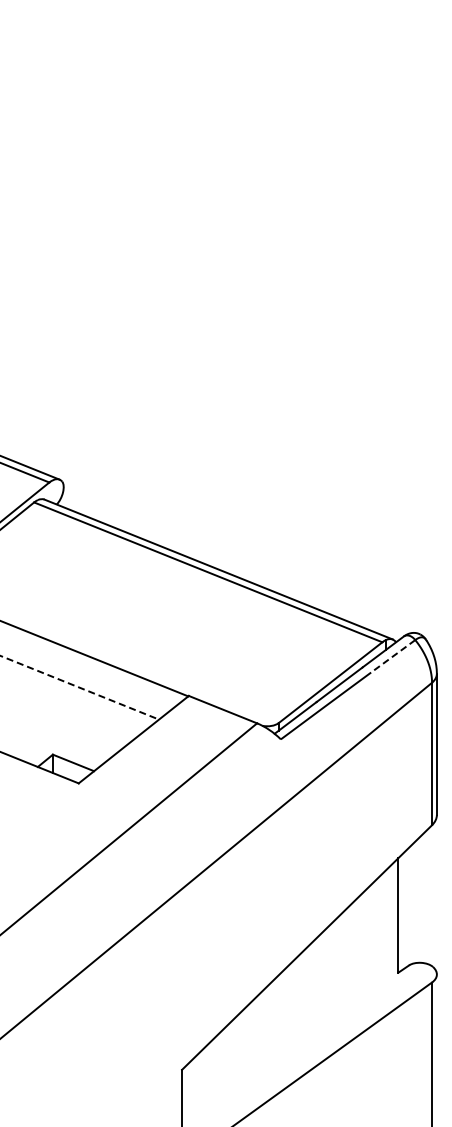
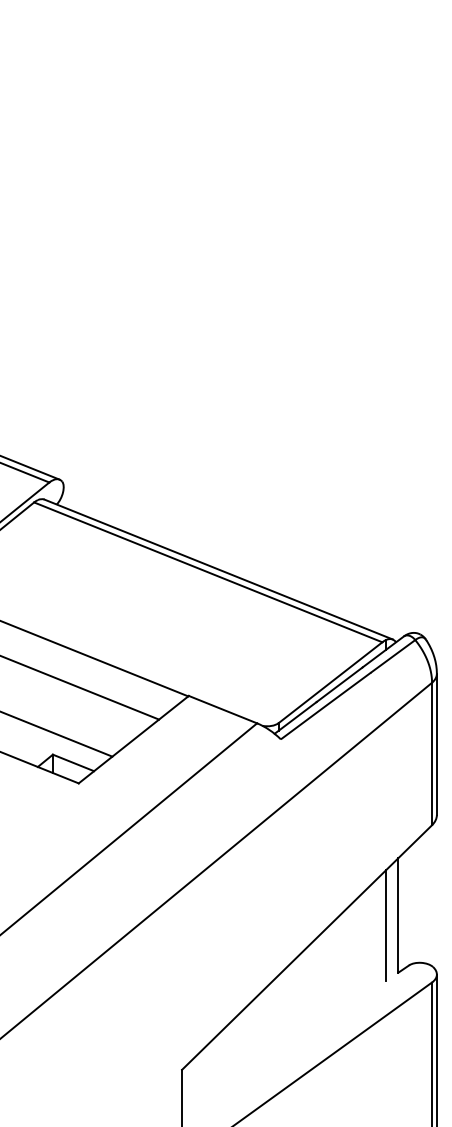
line at (392, 656): dashed -> solid
line at (79, 687): dashed -> solid
line at (57, 734): none -> present
line at (386, 925): none -> present
line at (436, 1048): none -> present
